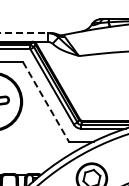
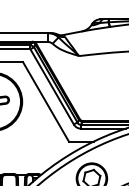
line at (24, 33): dashed -> solid
line at (45, 101): dashed -> solid
